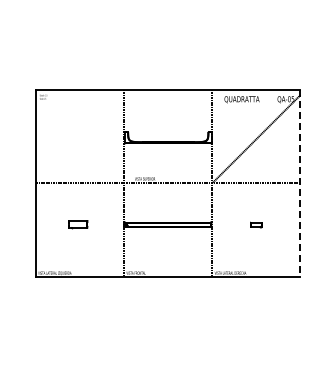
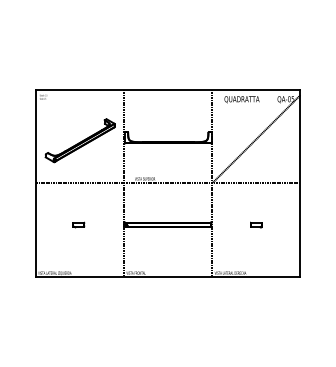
part at (79, 140): none -> present
line at (300, 183): dashed -> solid
part at (78, 224) size: 21x10 px -> 14x8 px
